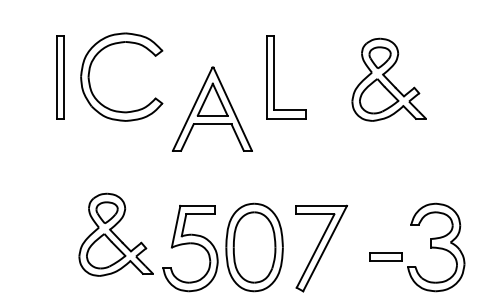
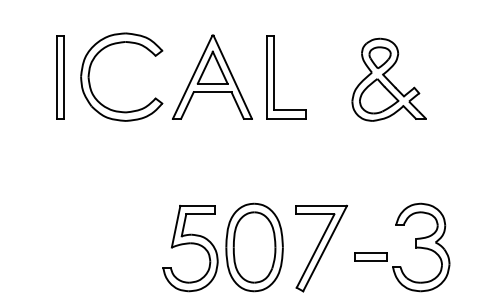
part at (212, 108) position: (212, 108) -> (212, 76)
part at (115, 234): present -> none
part at (430, 247) position: (430, 247) -> (415, 247)
